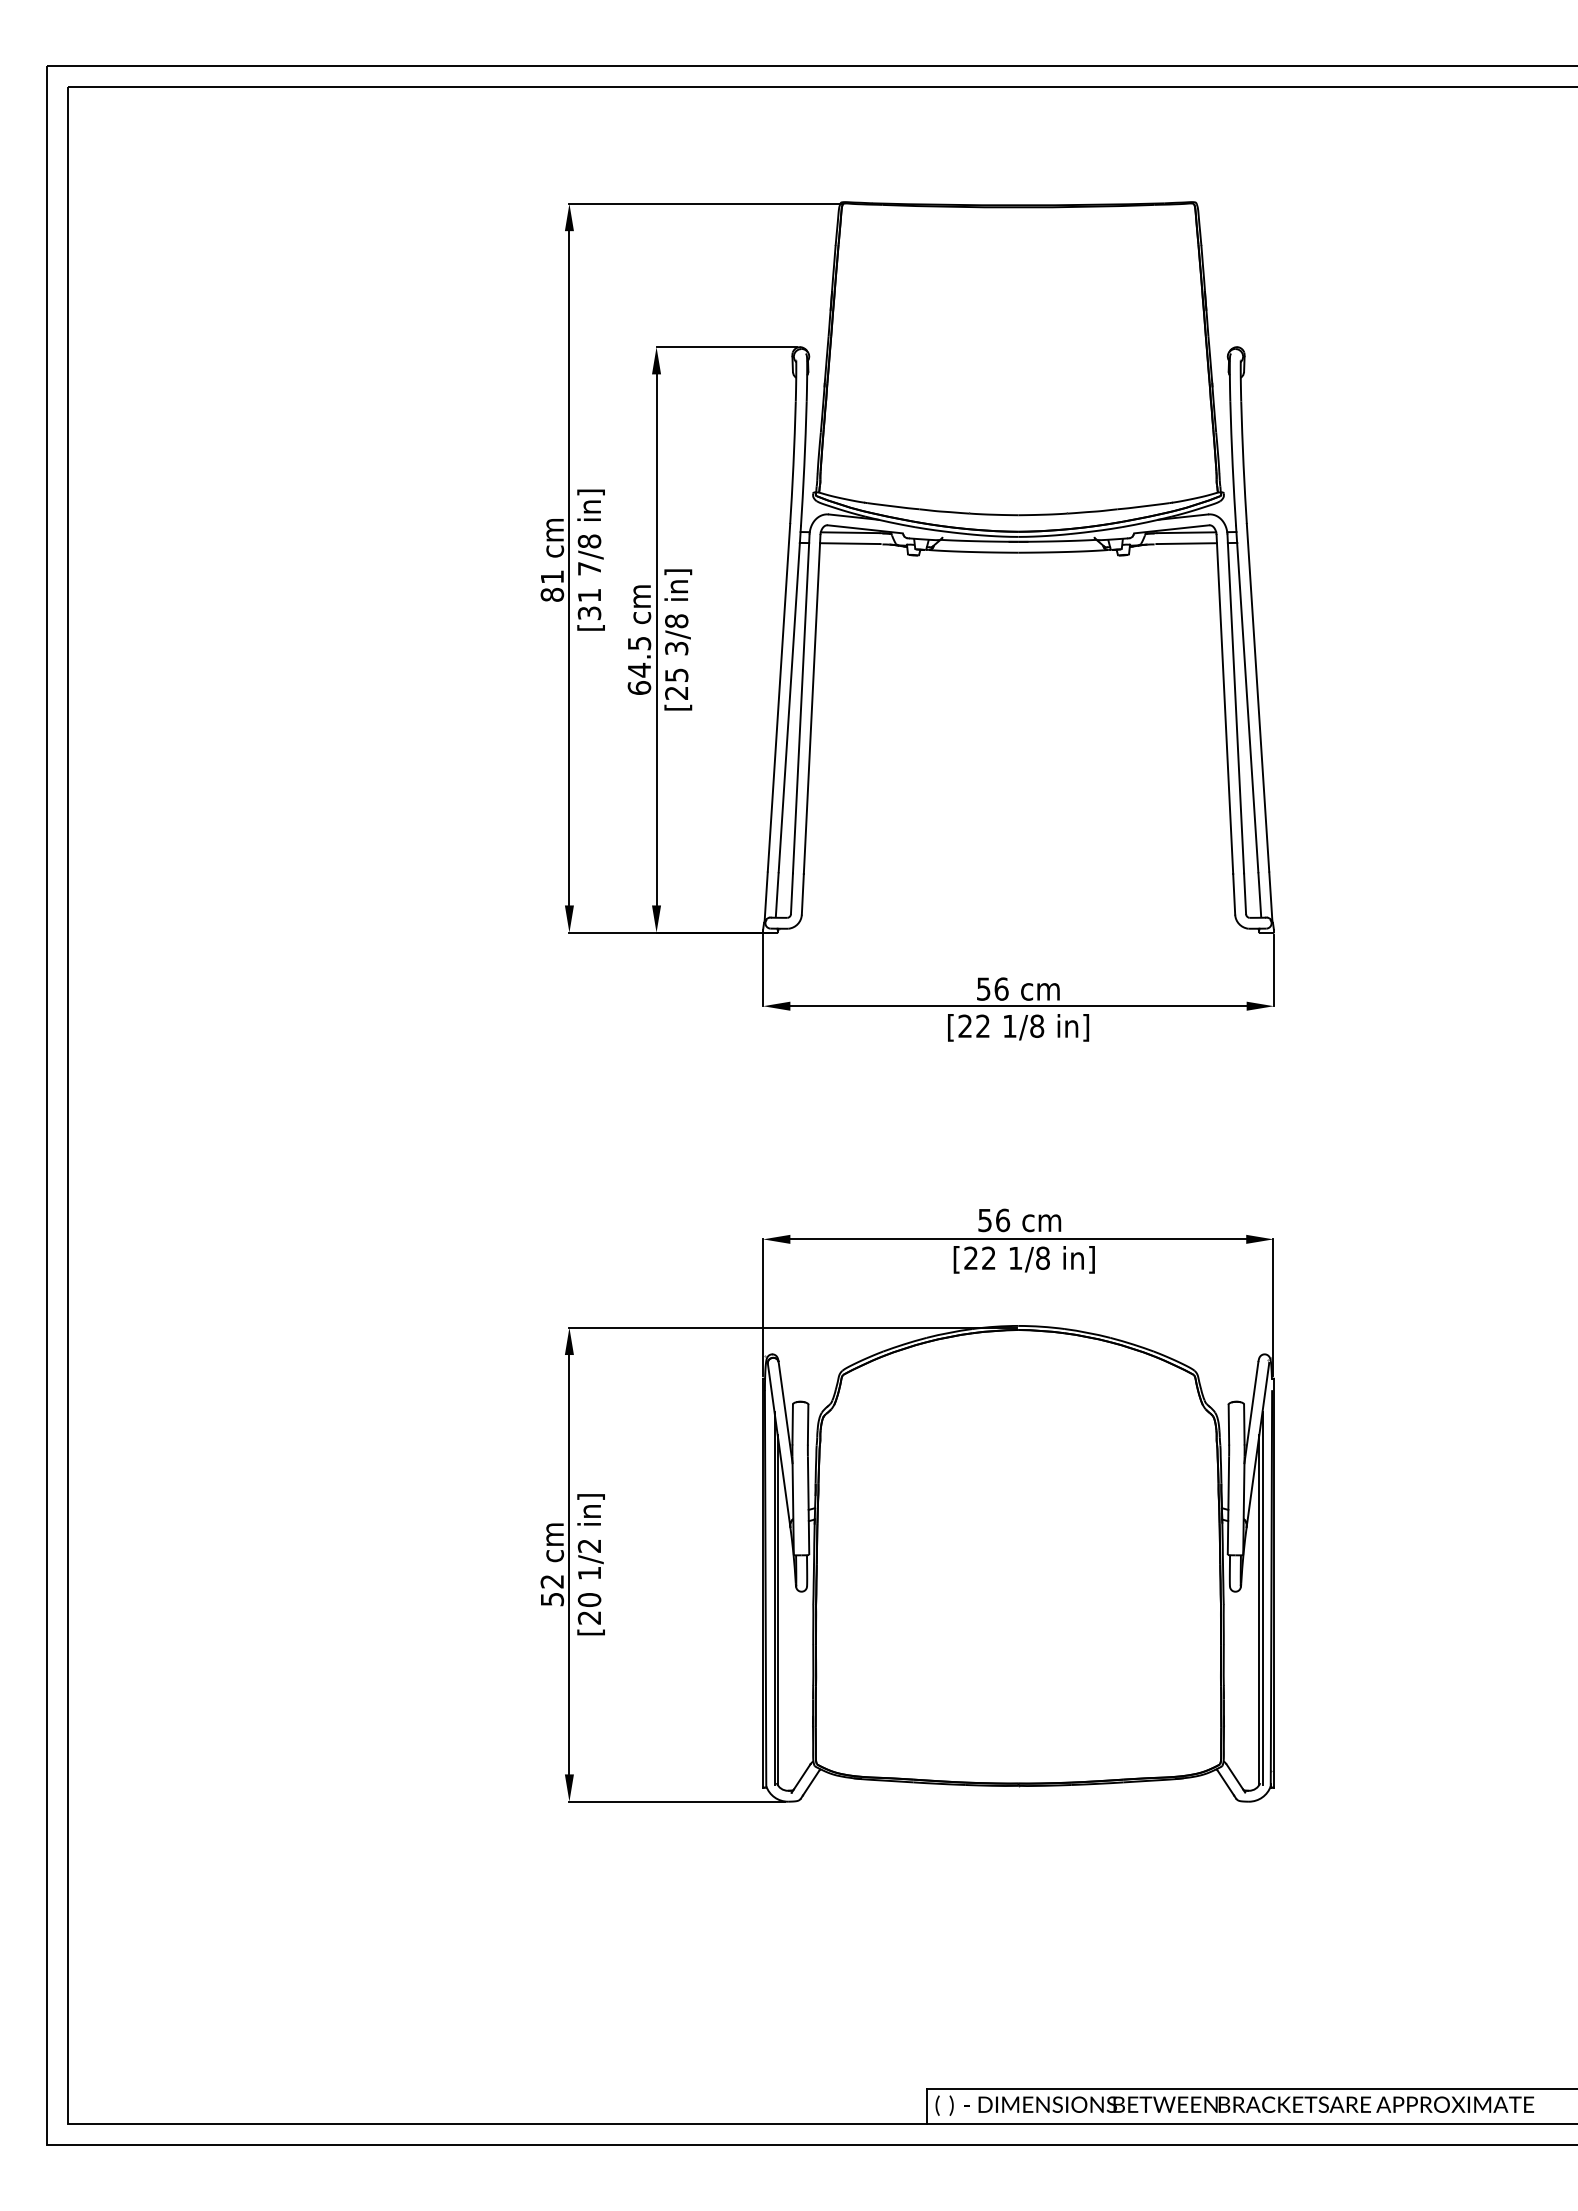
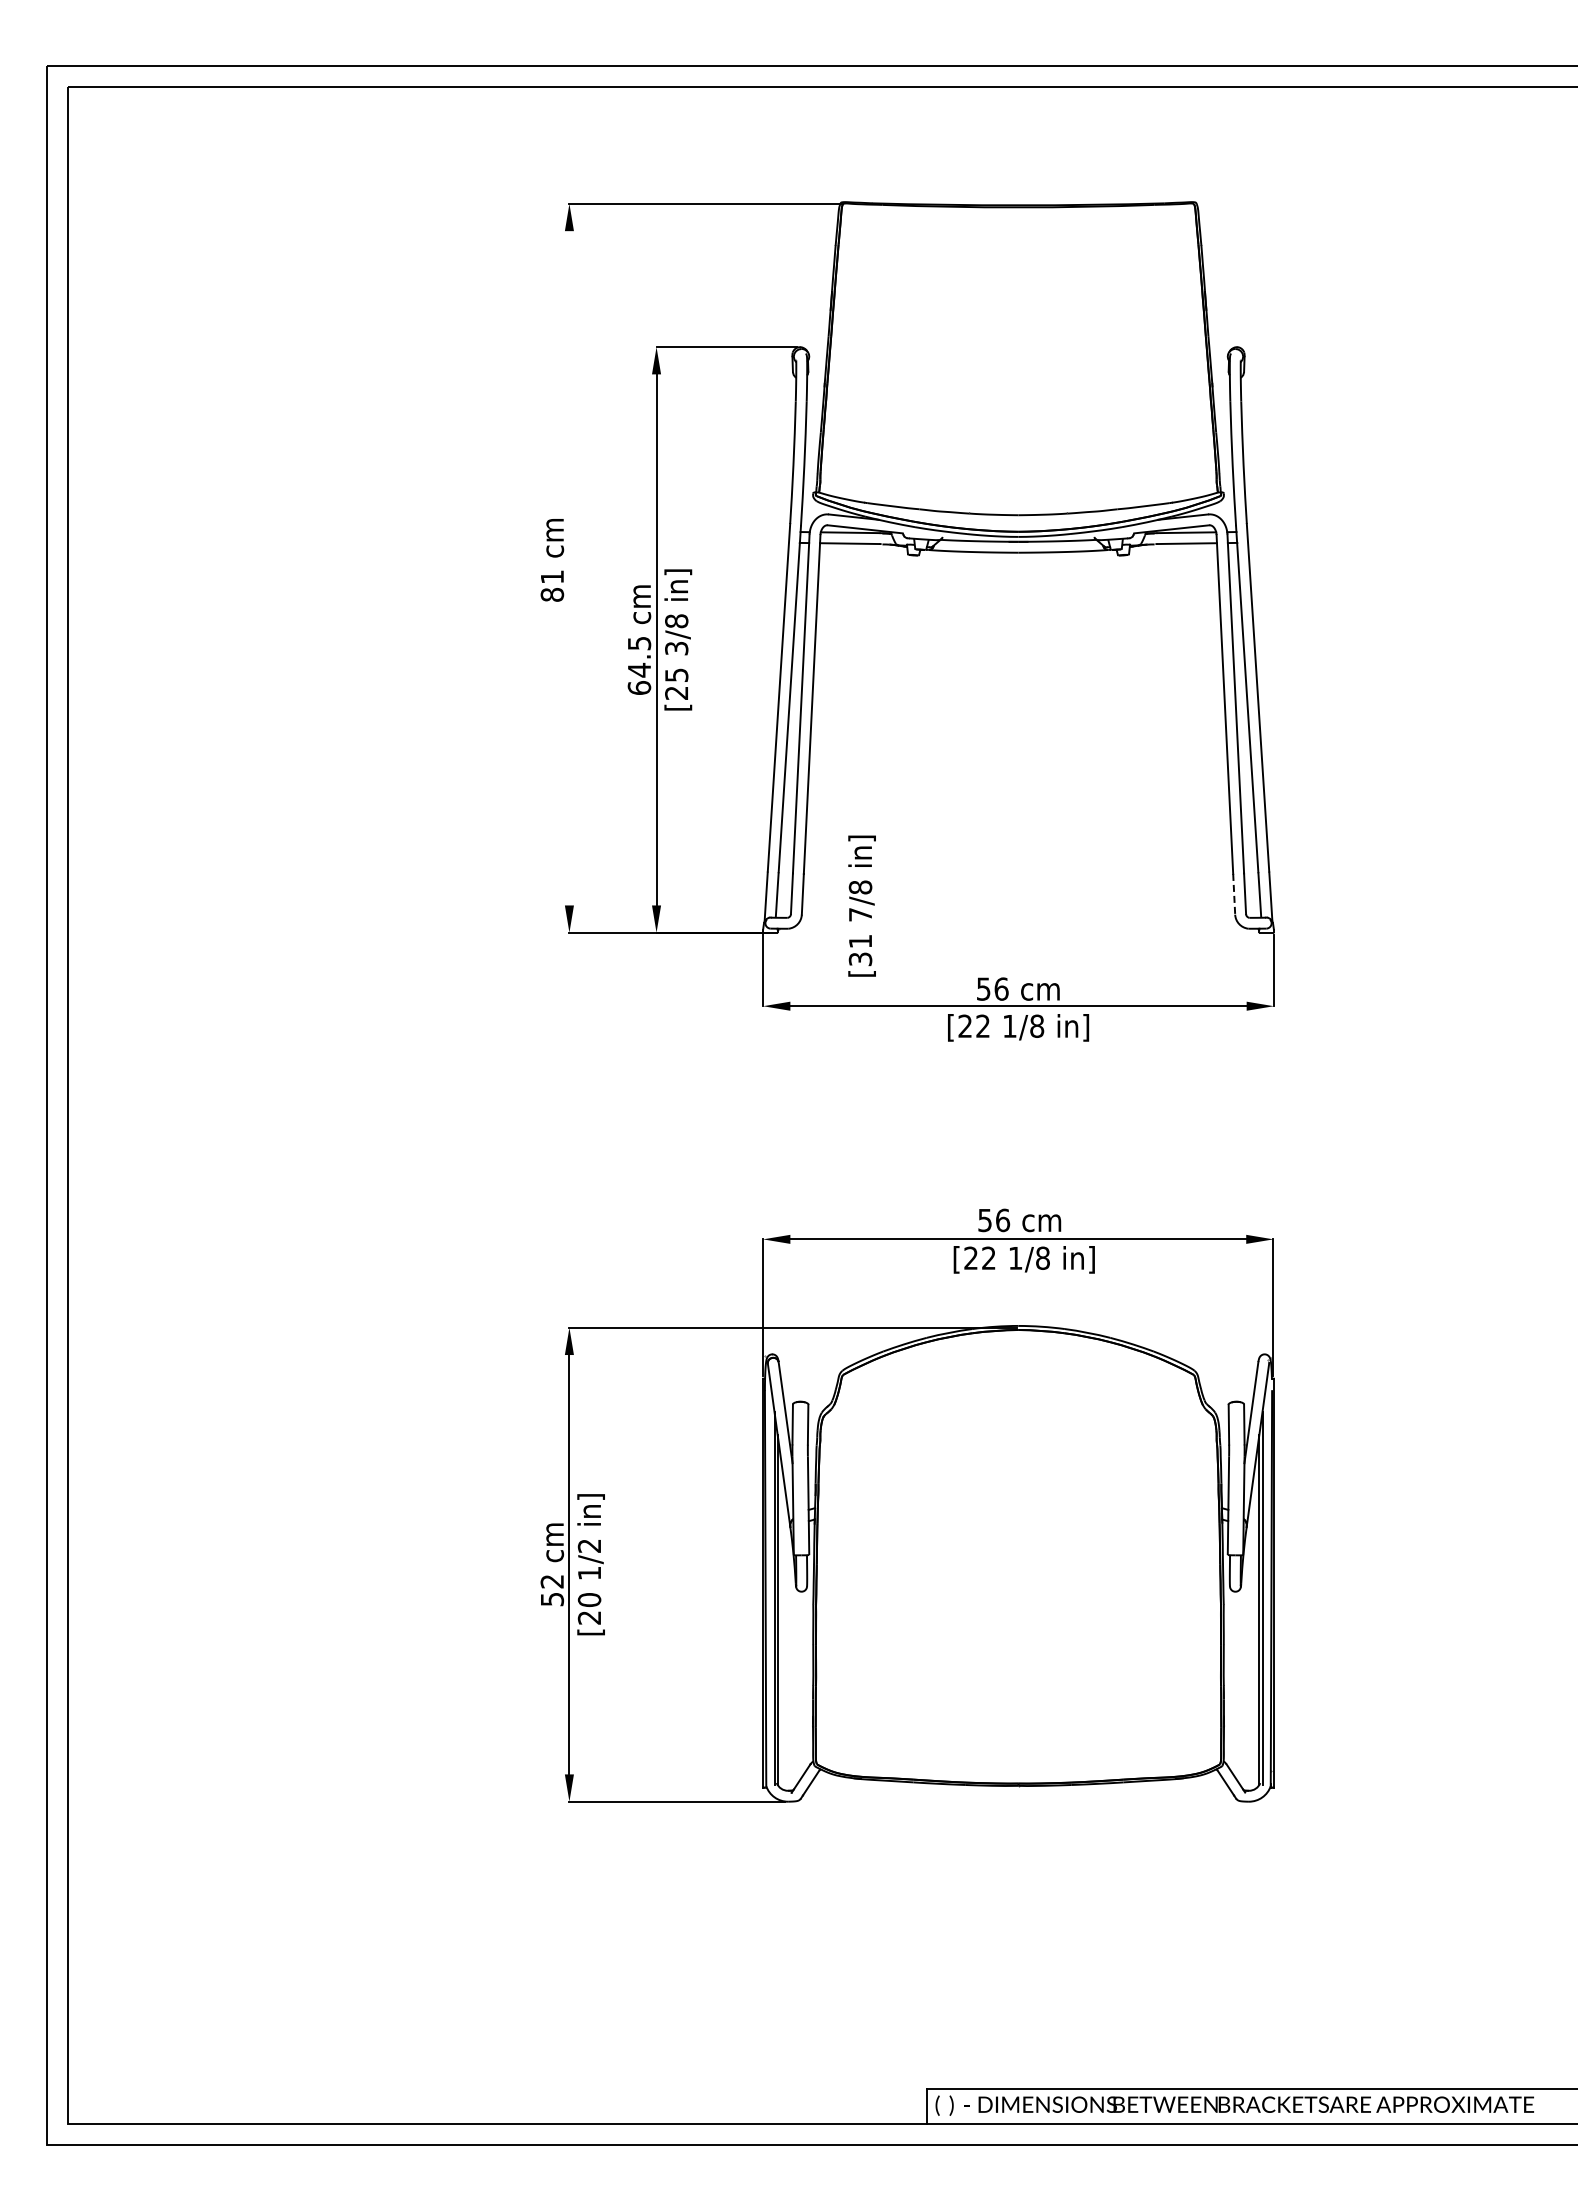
text at (590, 559) position: (590, 559) -> (861, 905)
line at (569, 568): present -> none
line at (1234, 894): solid -> dashed
